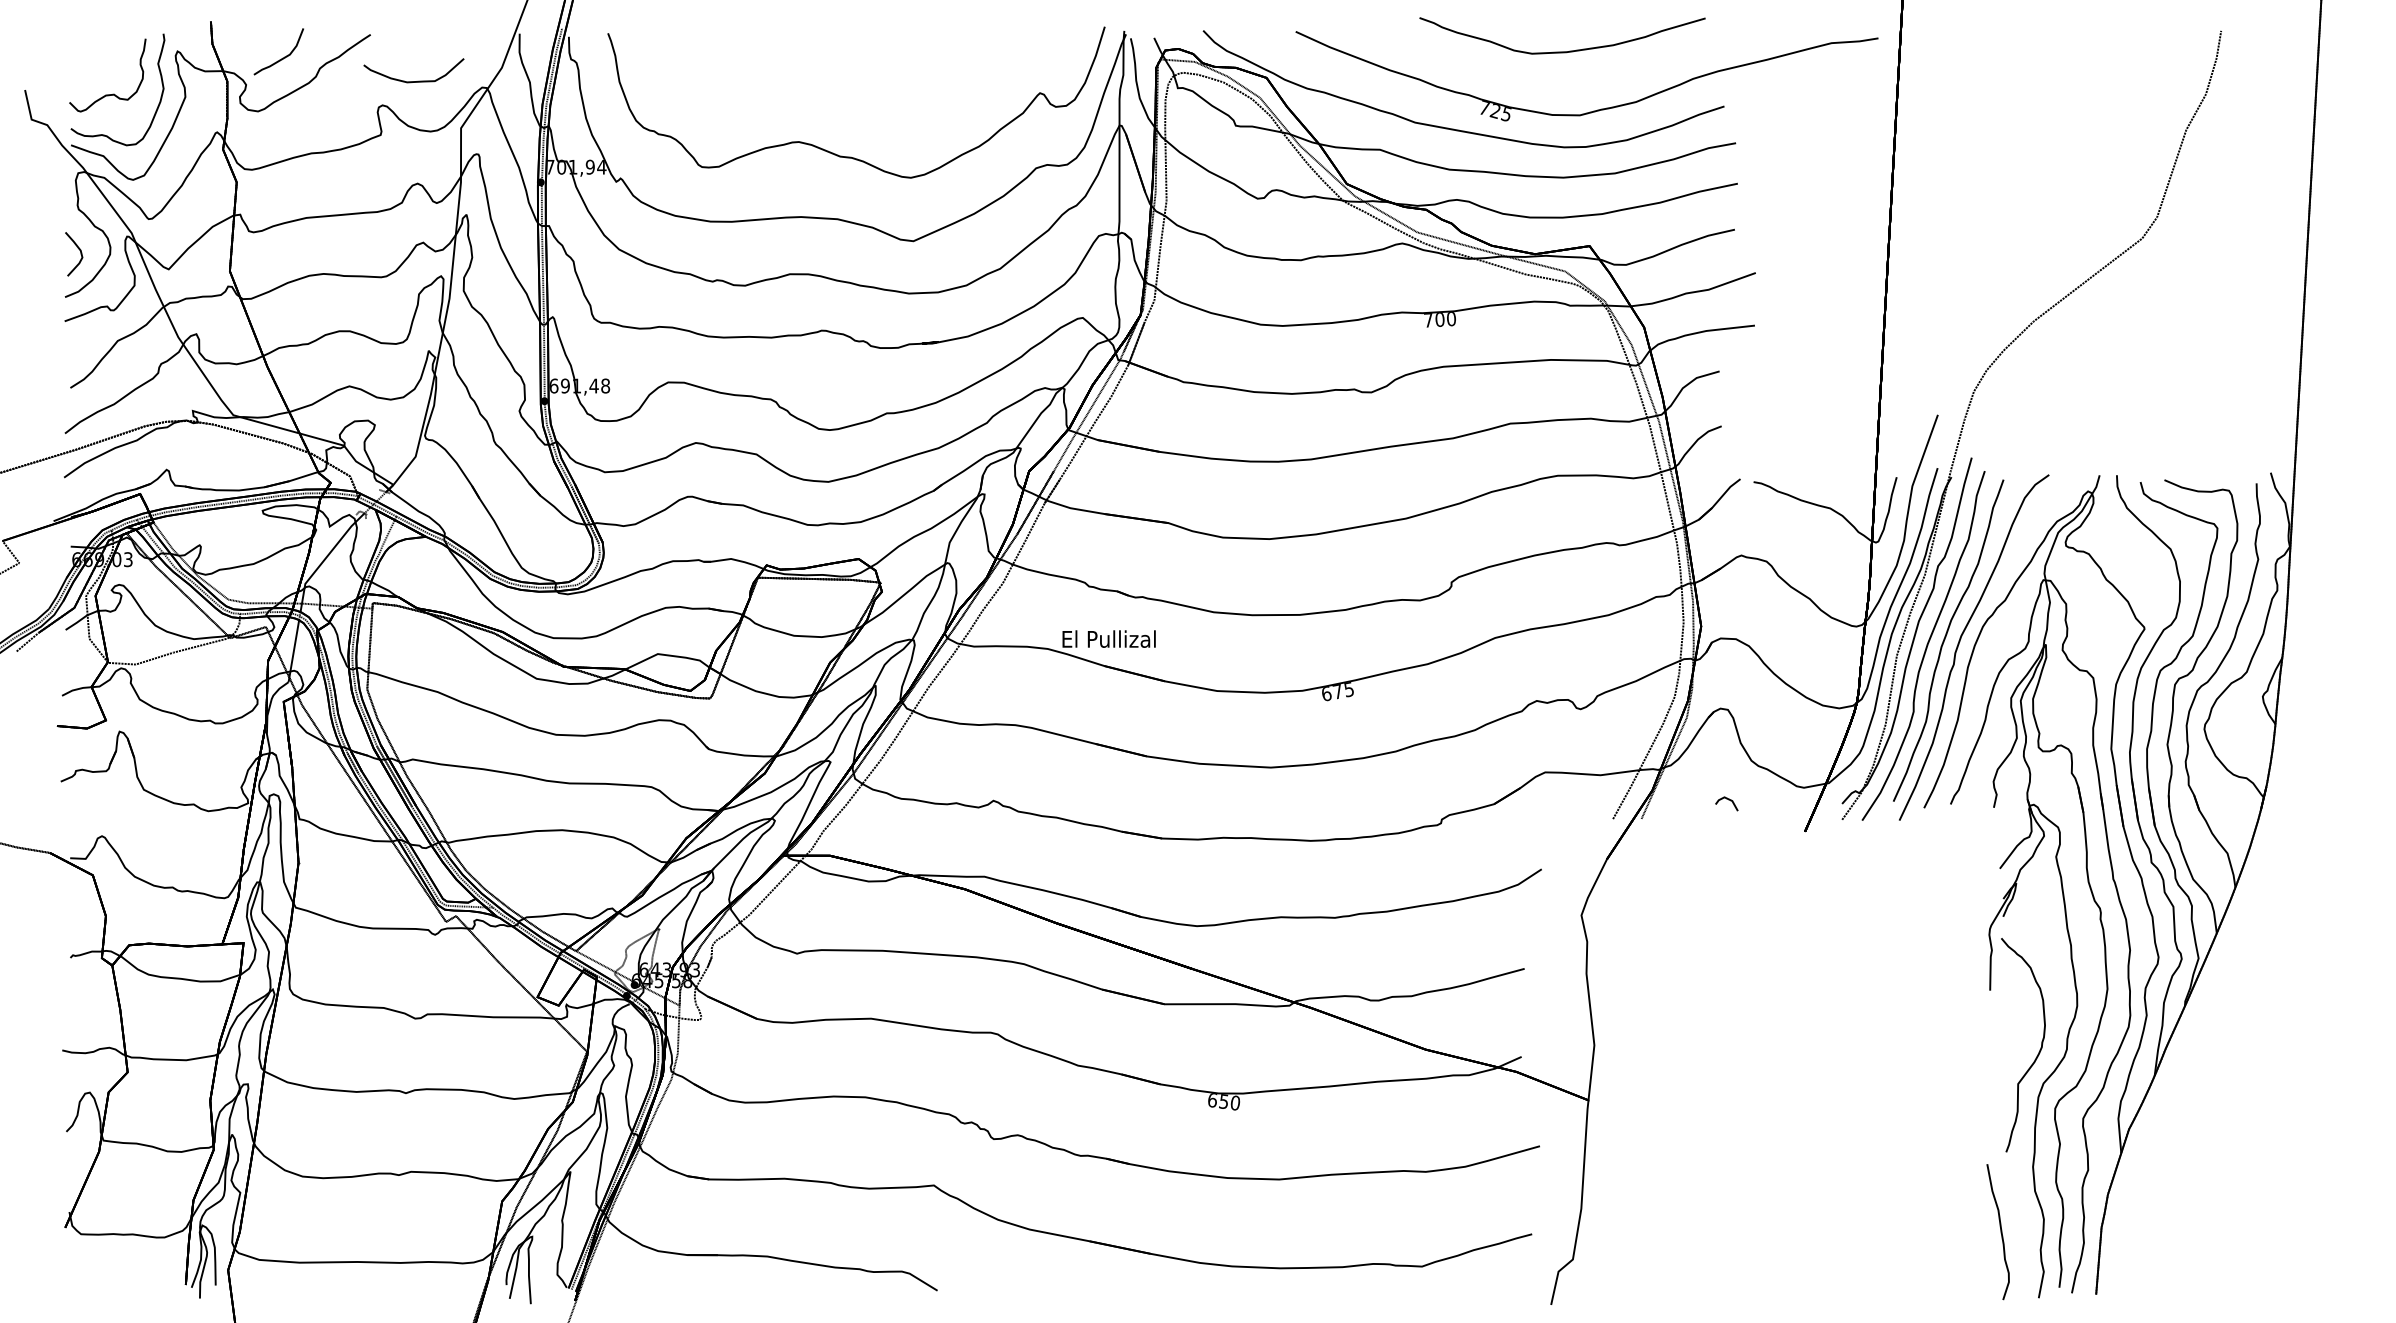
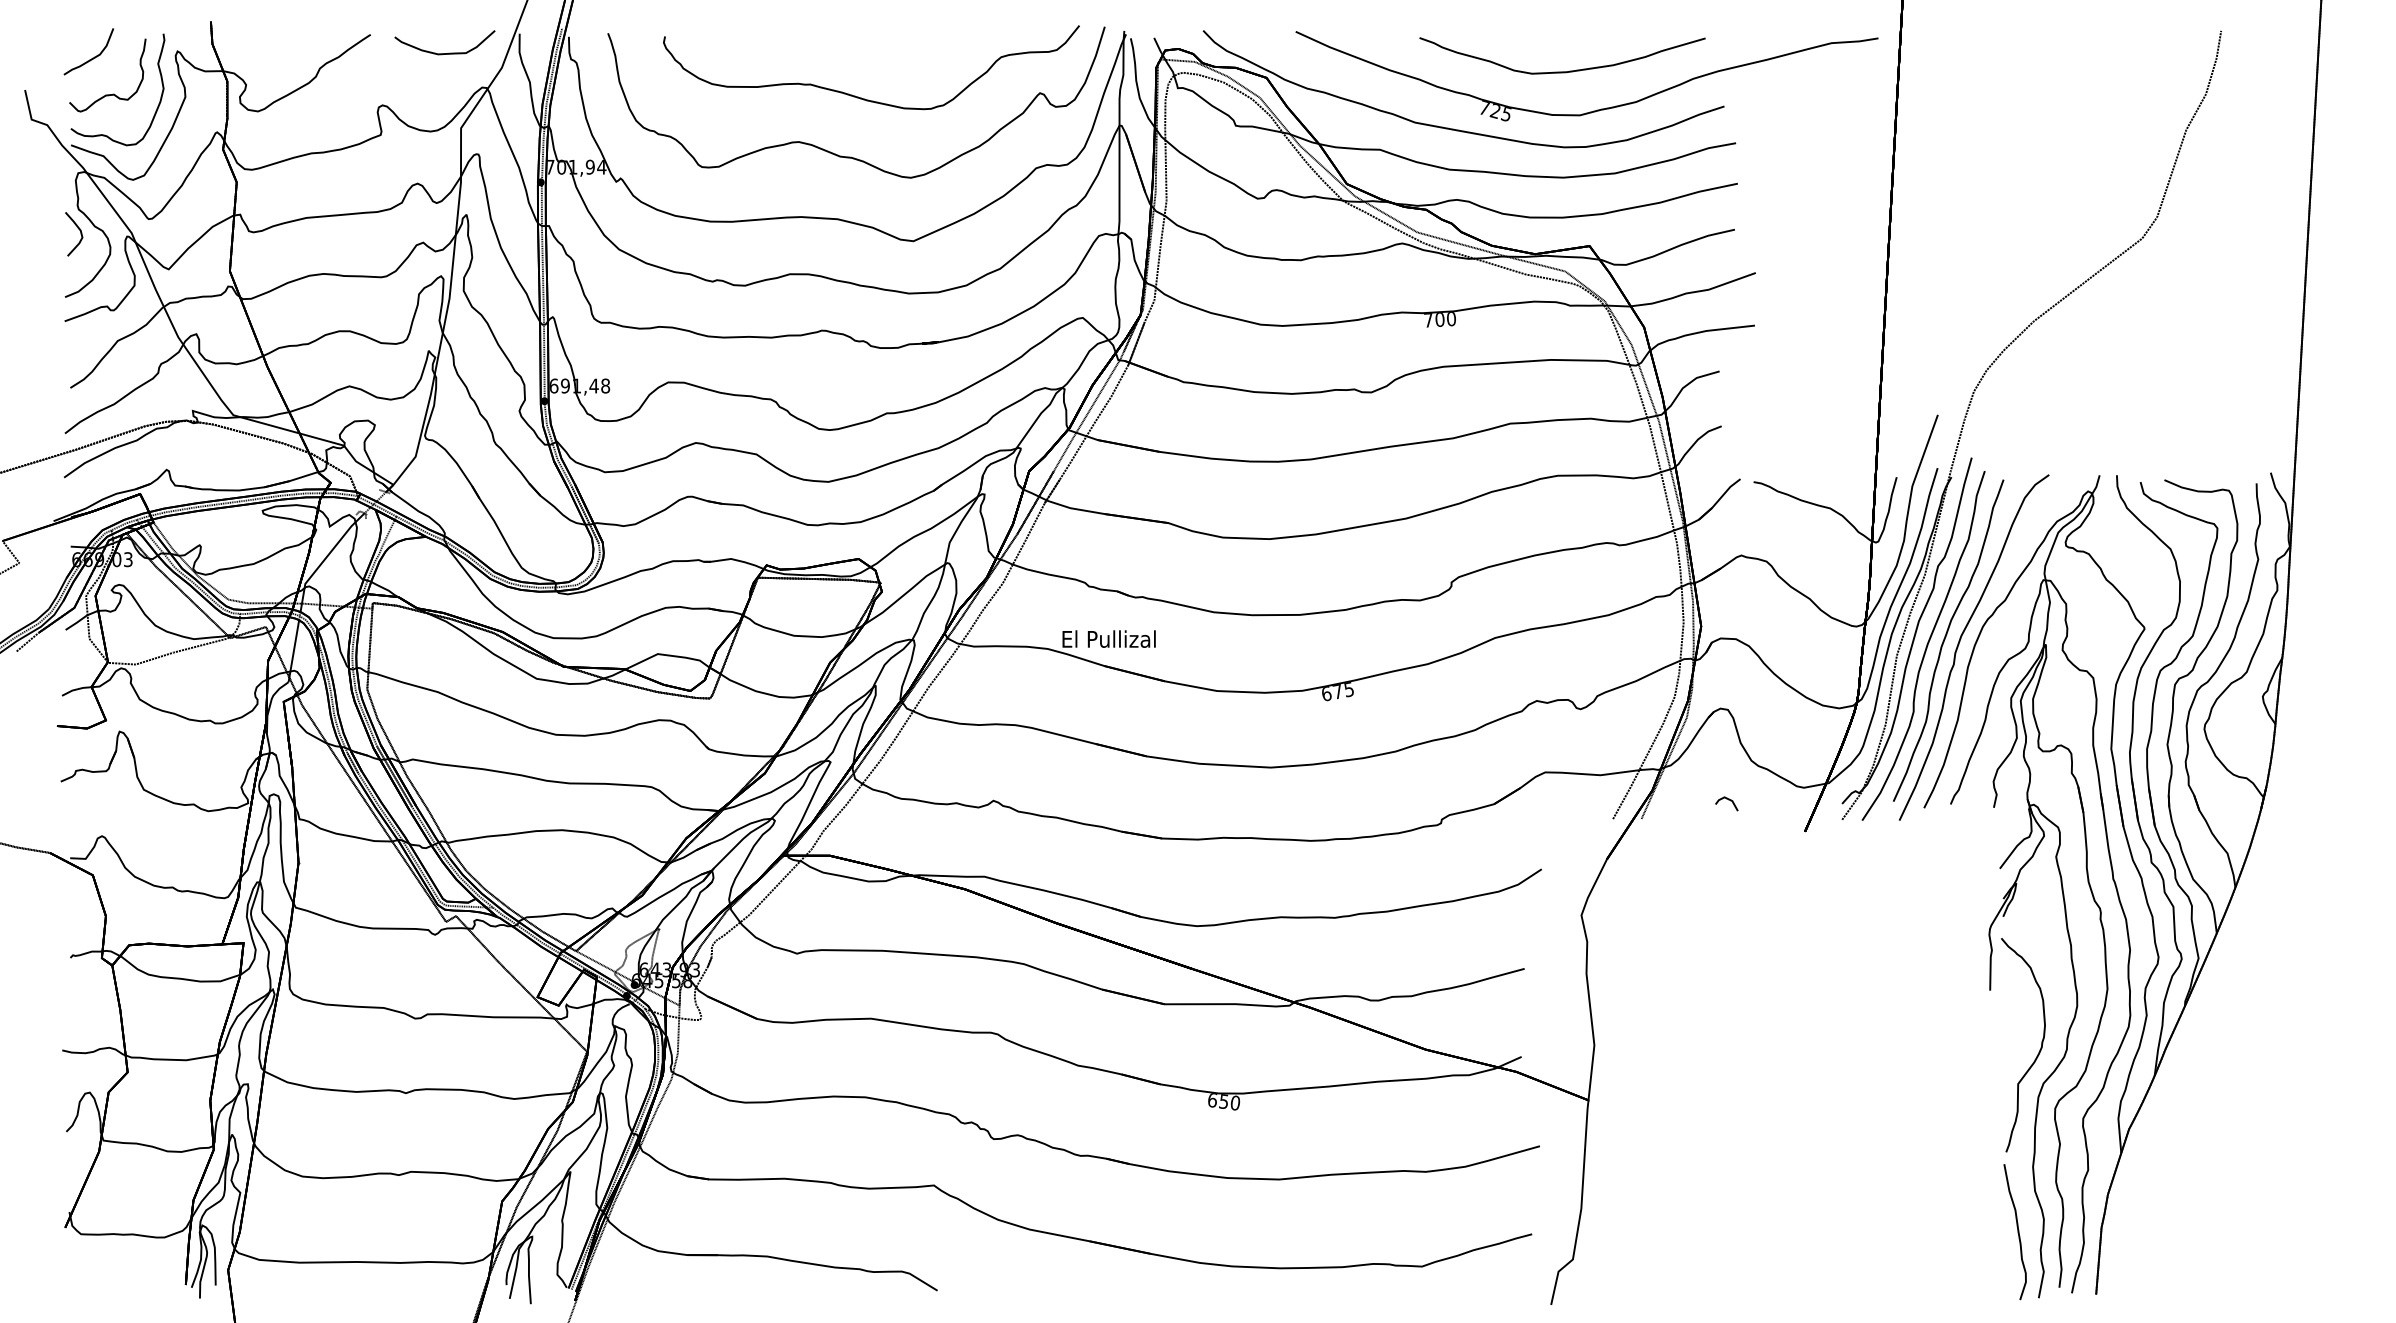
curve at (1562, 51) position: (1562, 51) -> (1562, 71)
curve at (282, 57) position: (282, 57) -> (92, 57)
curve at (417, 80) position: (417, 80) -> (448, 52)
curve at (861, 97): none -> present
curve at (80, 254) position: (80, 254) -> (80, 234)
curve at (2000, 1232) position: (2000, 1232) -> (2017, 1232)
